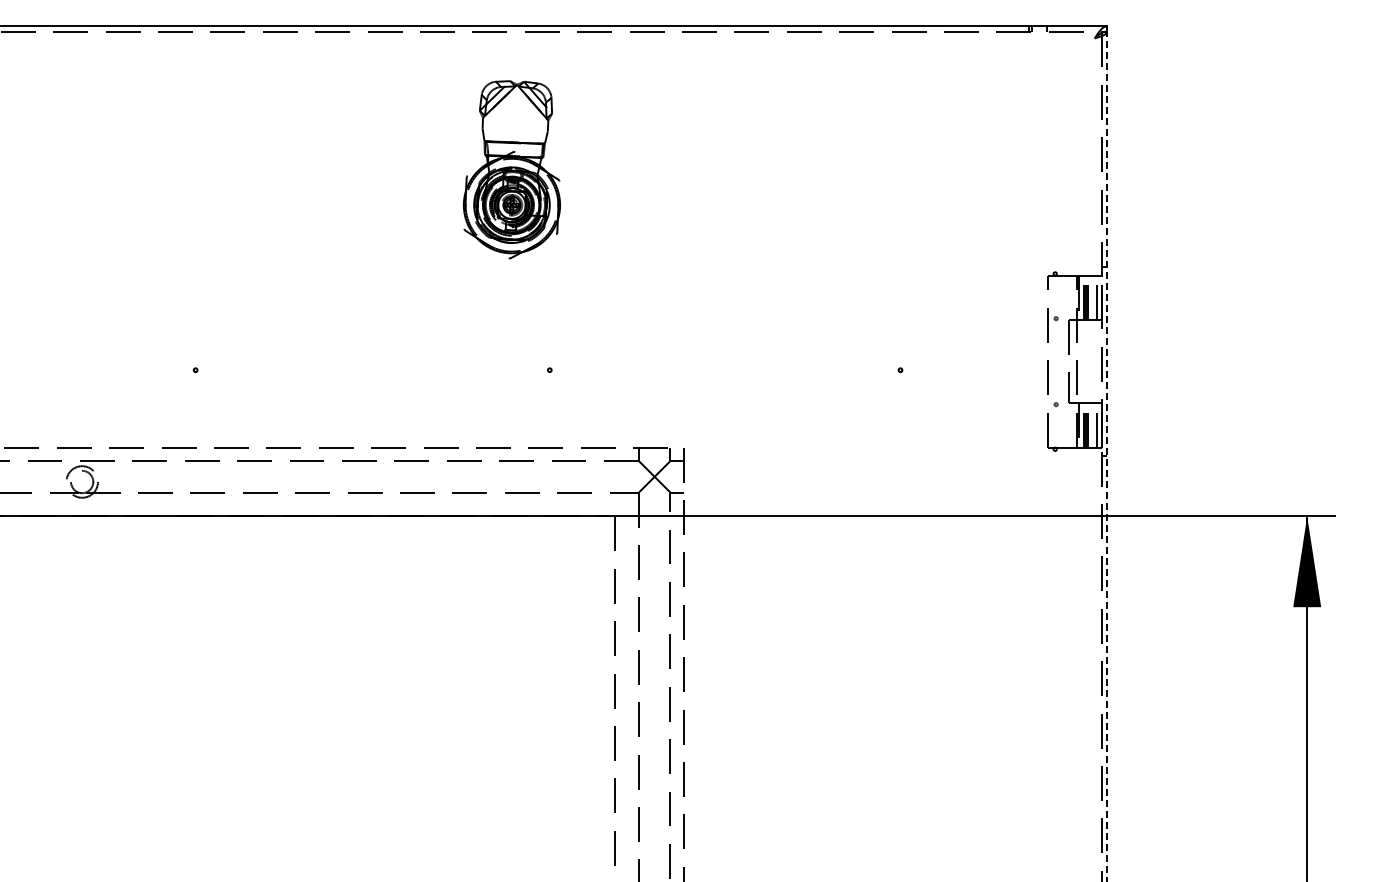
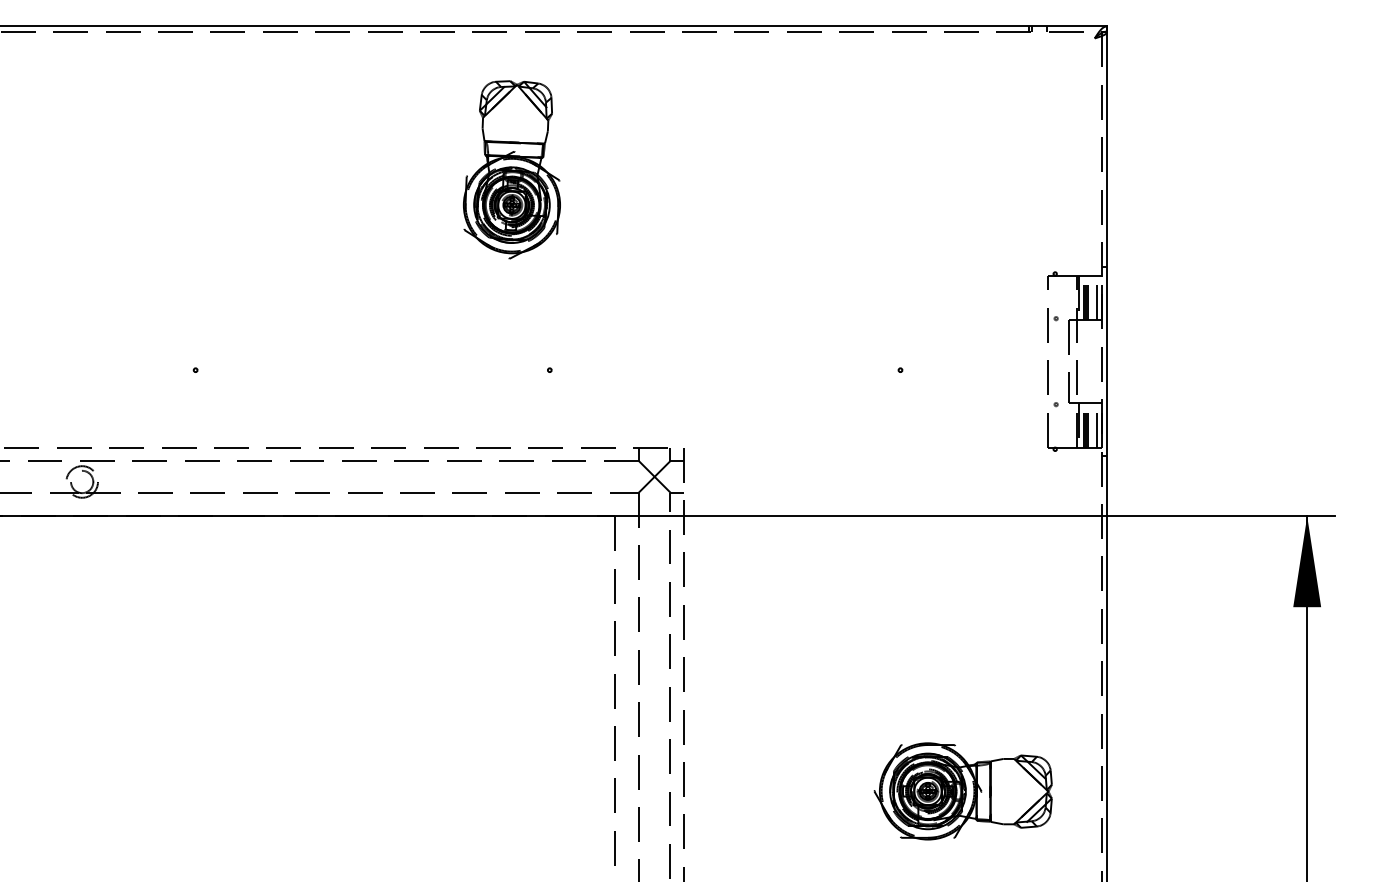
line at (1106, 456): dashed -> solid
part at (962, 791): none -> present
